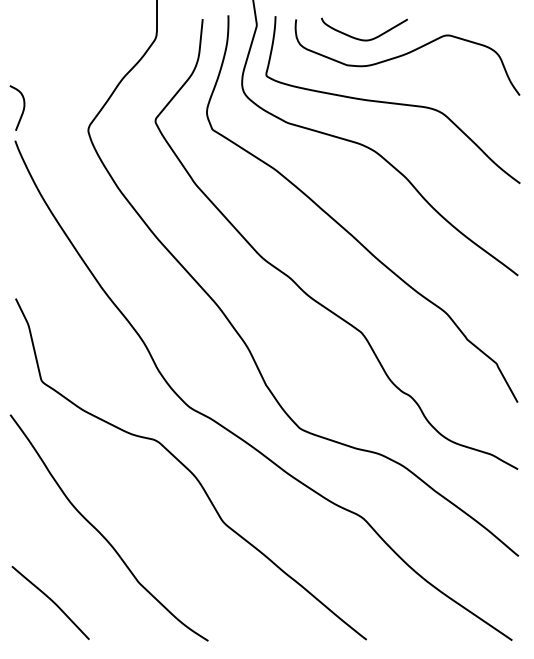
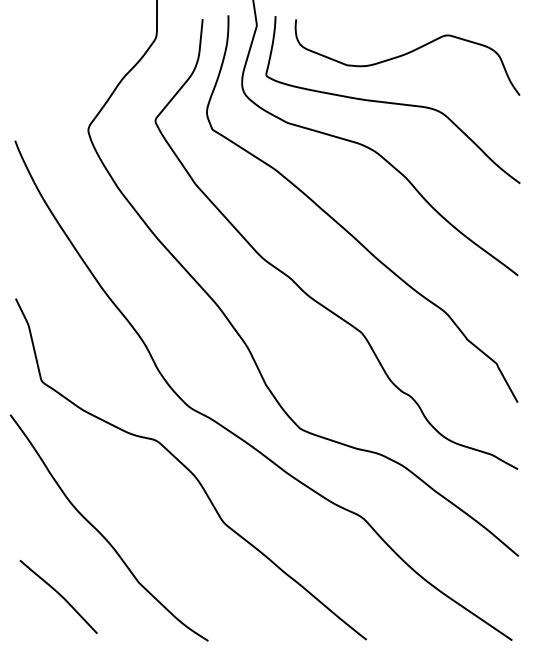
curve at (360, 38): present -> none
curve at (22, 110): present -> none
curve at (51, 601) position: (51, 601) -> (59, 595)
